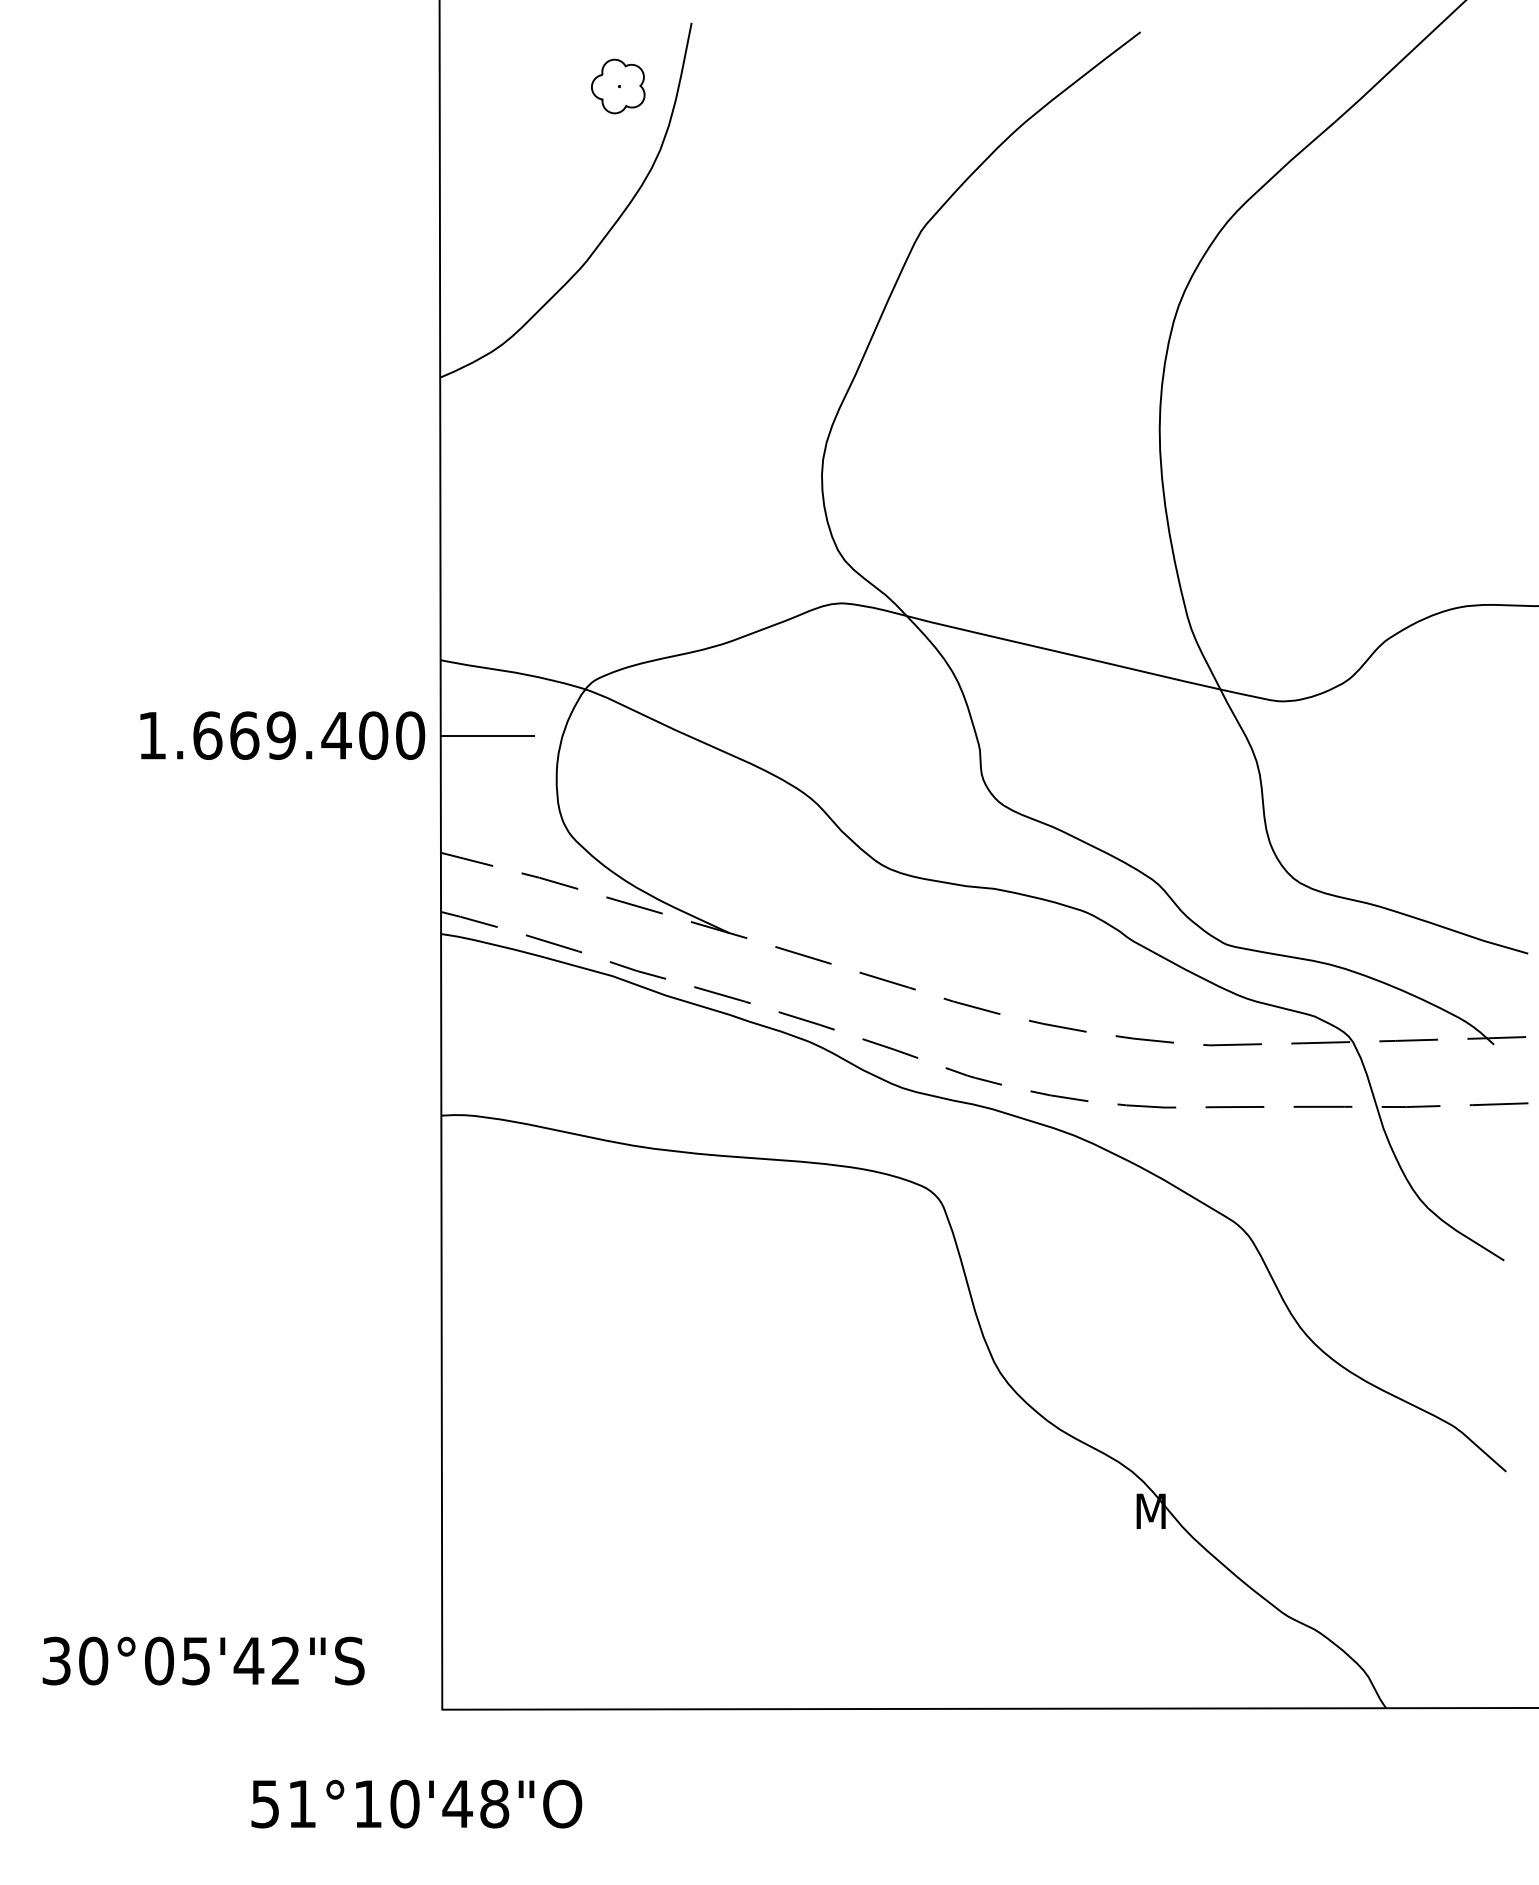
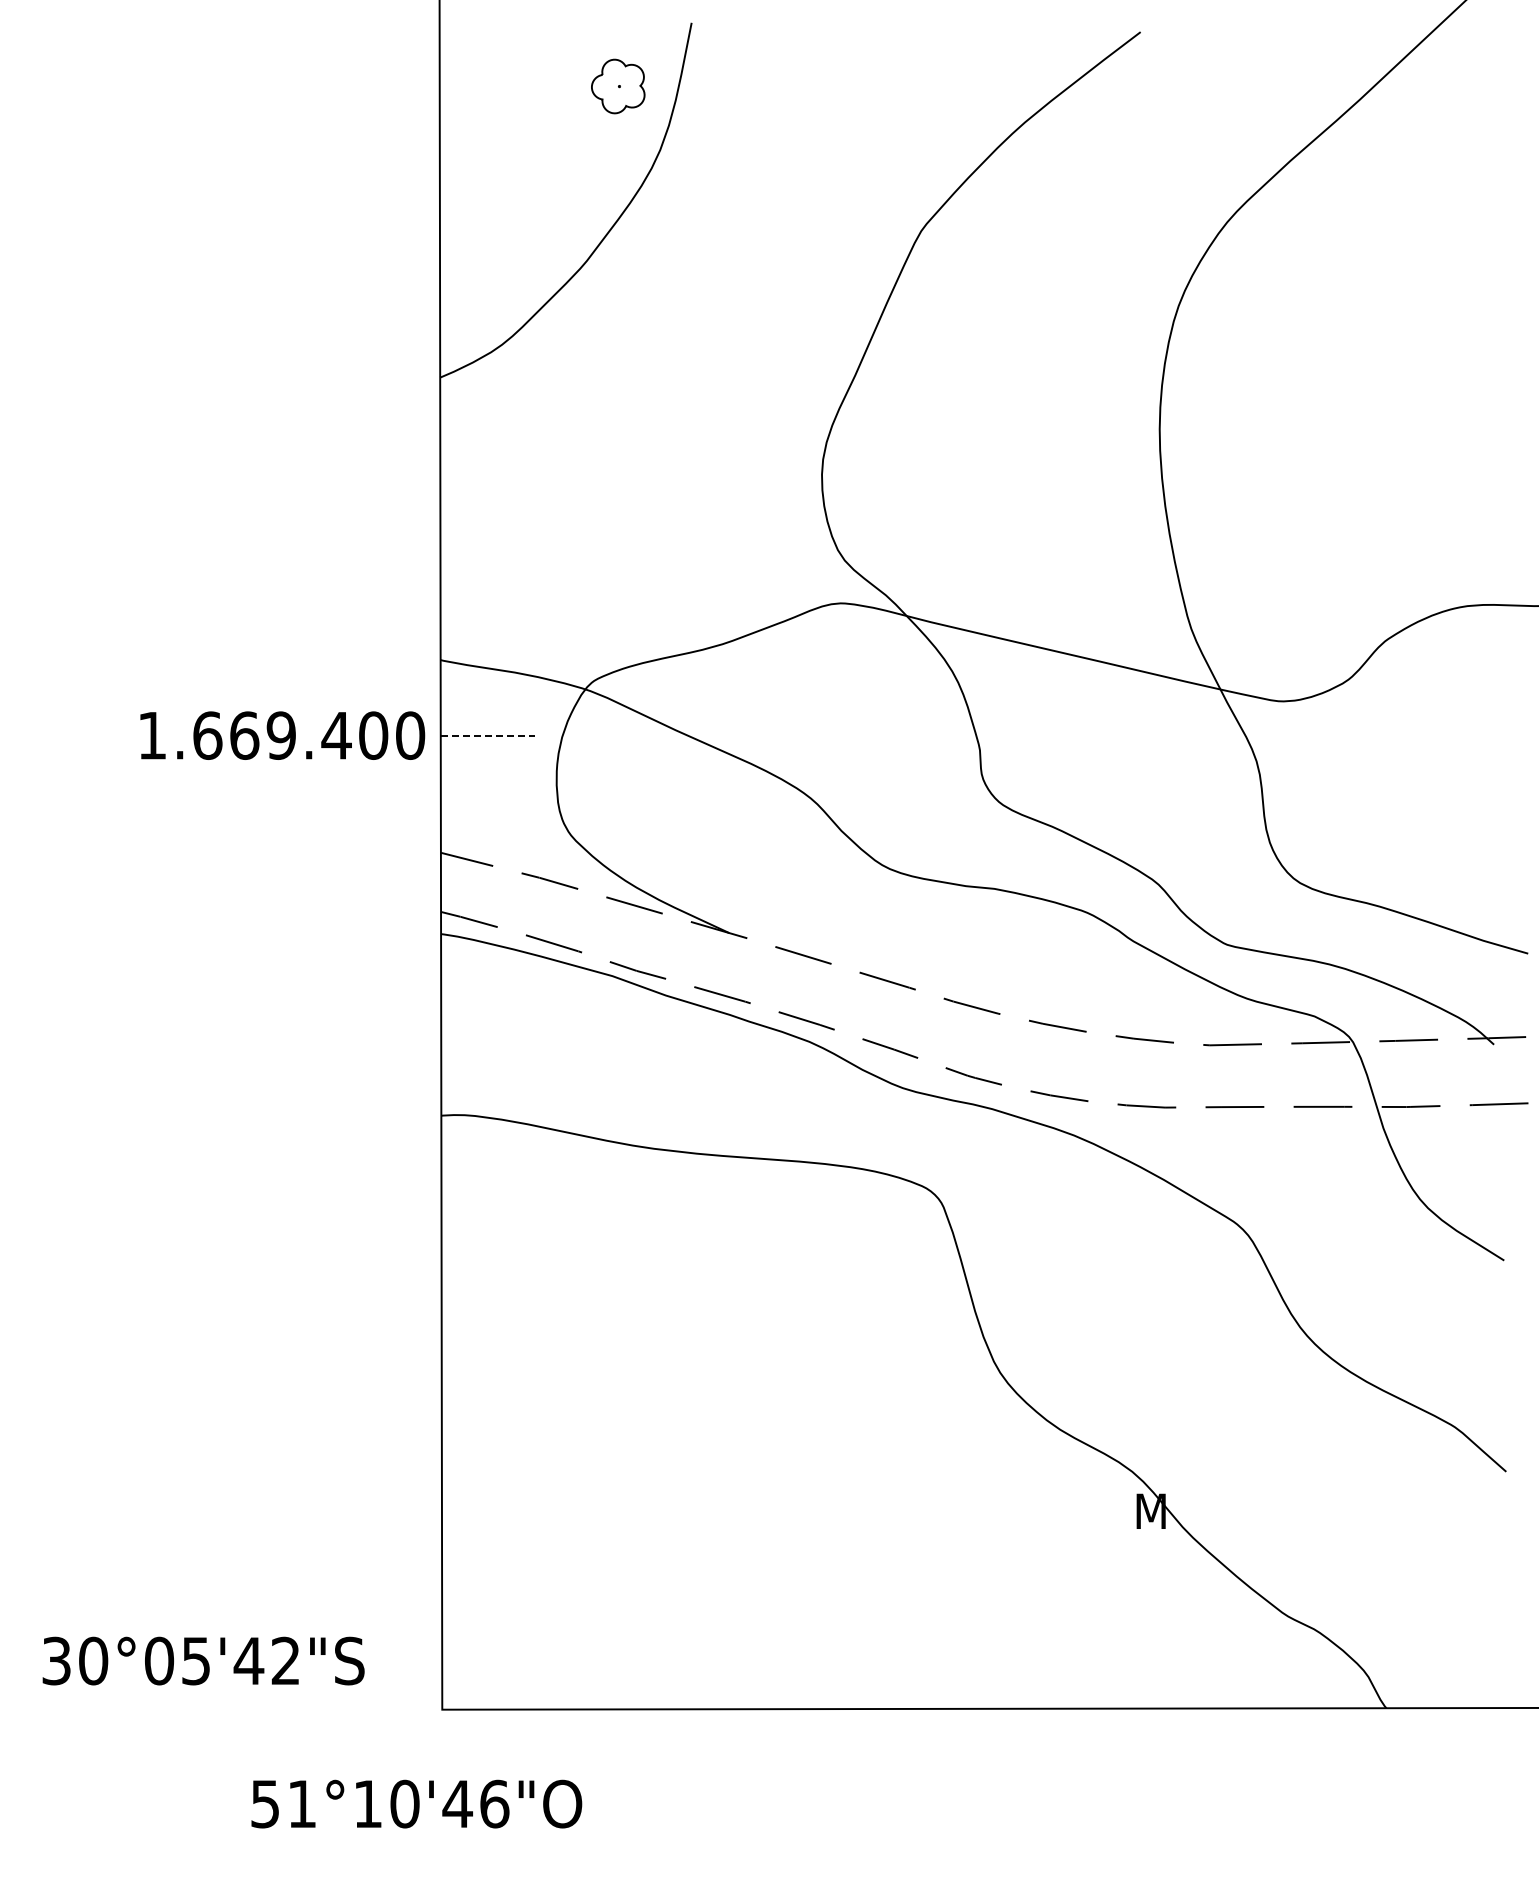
line at (487, 735): solid -> dashed
text at (494, 1803): 51°10'48"O -> 51°10'46"O
